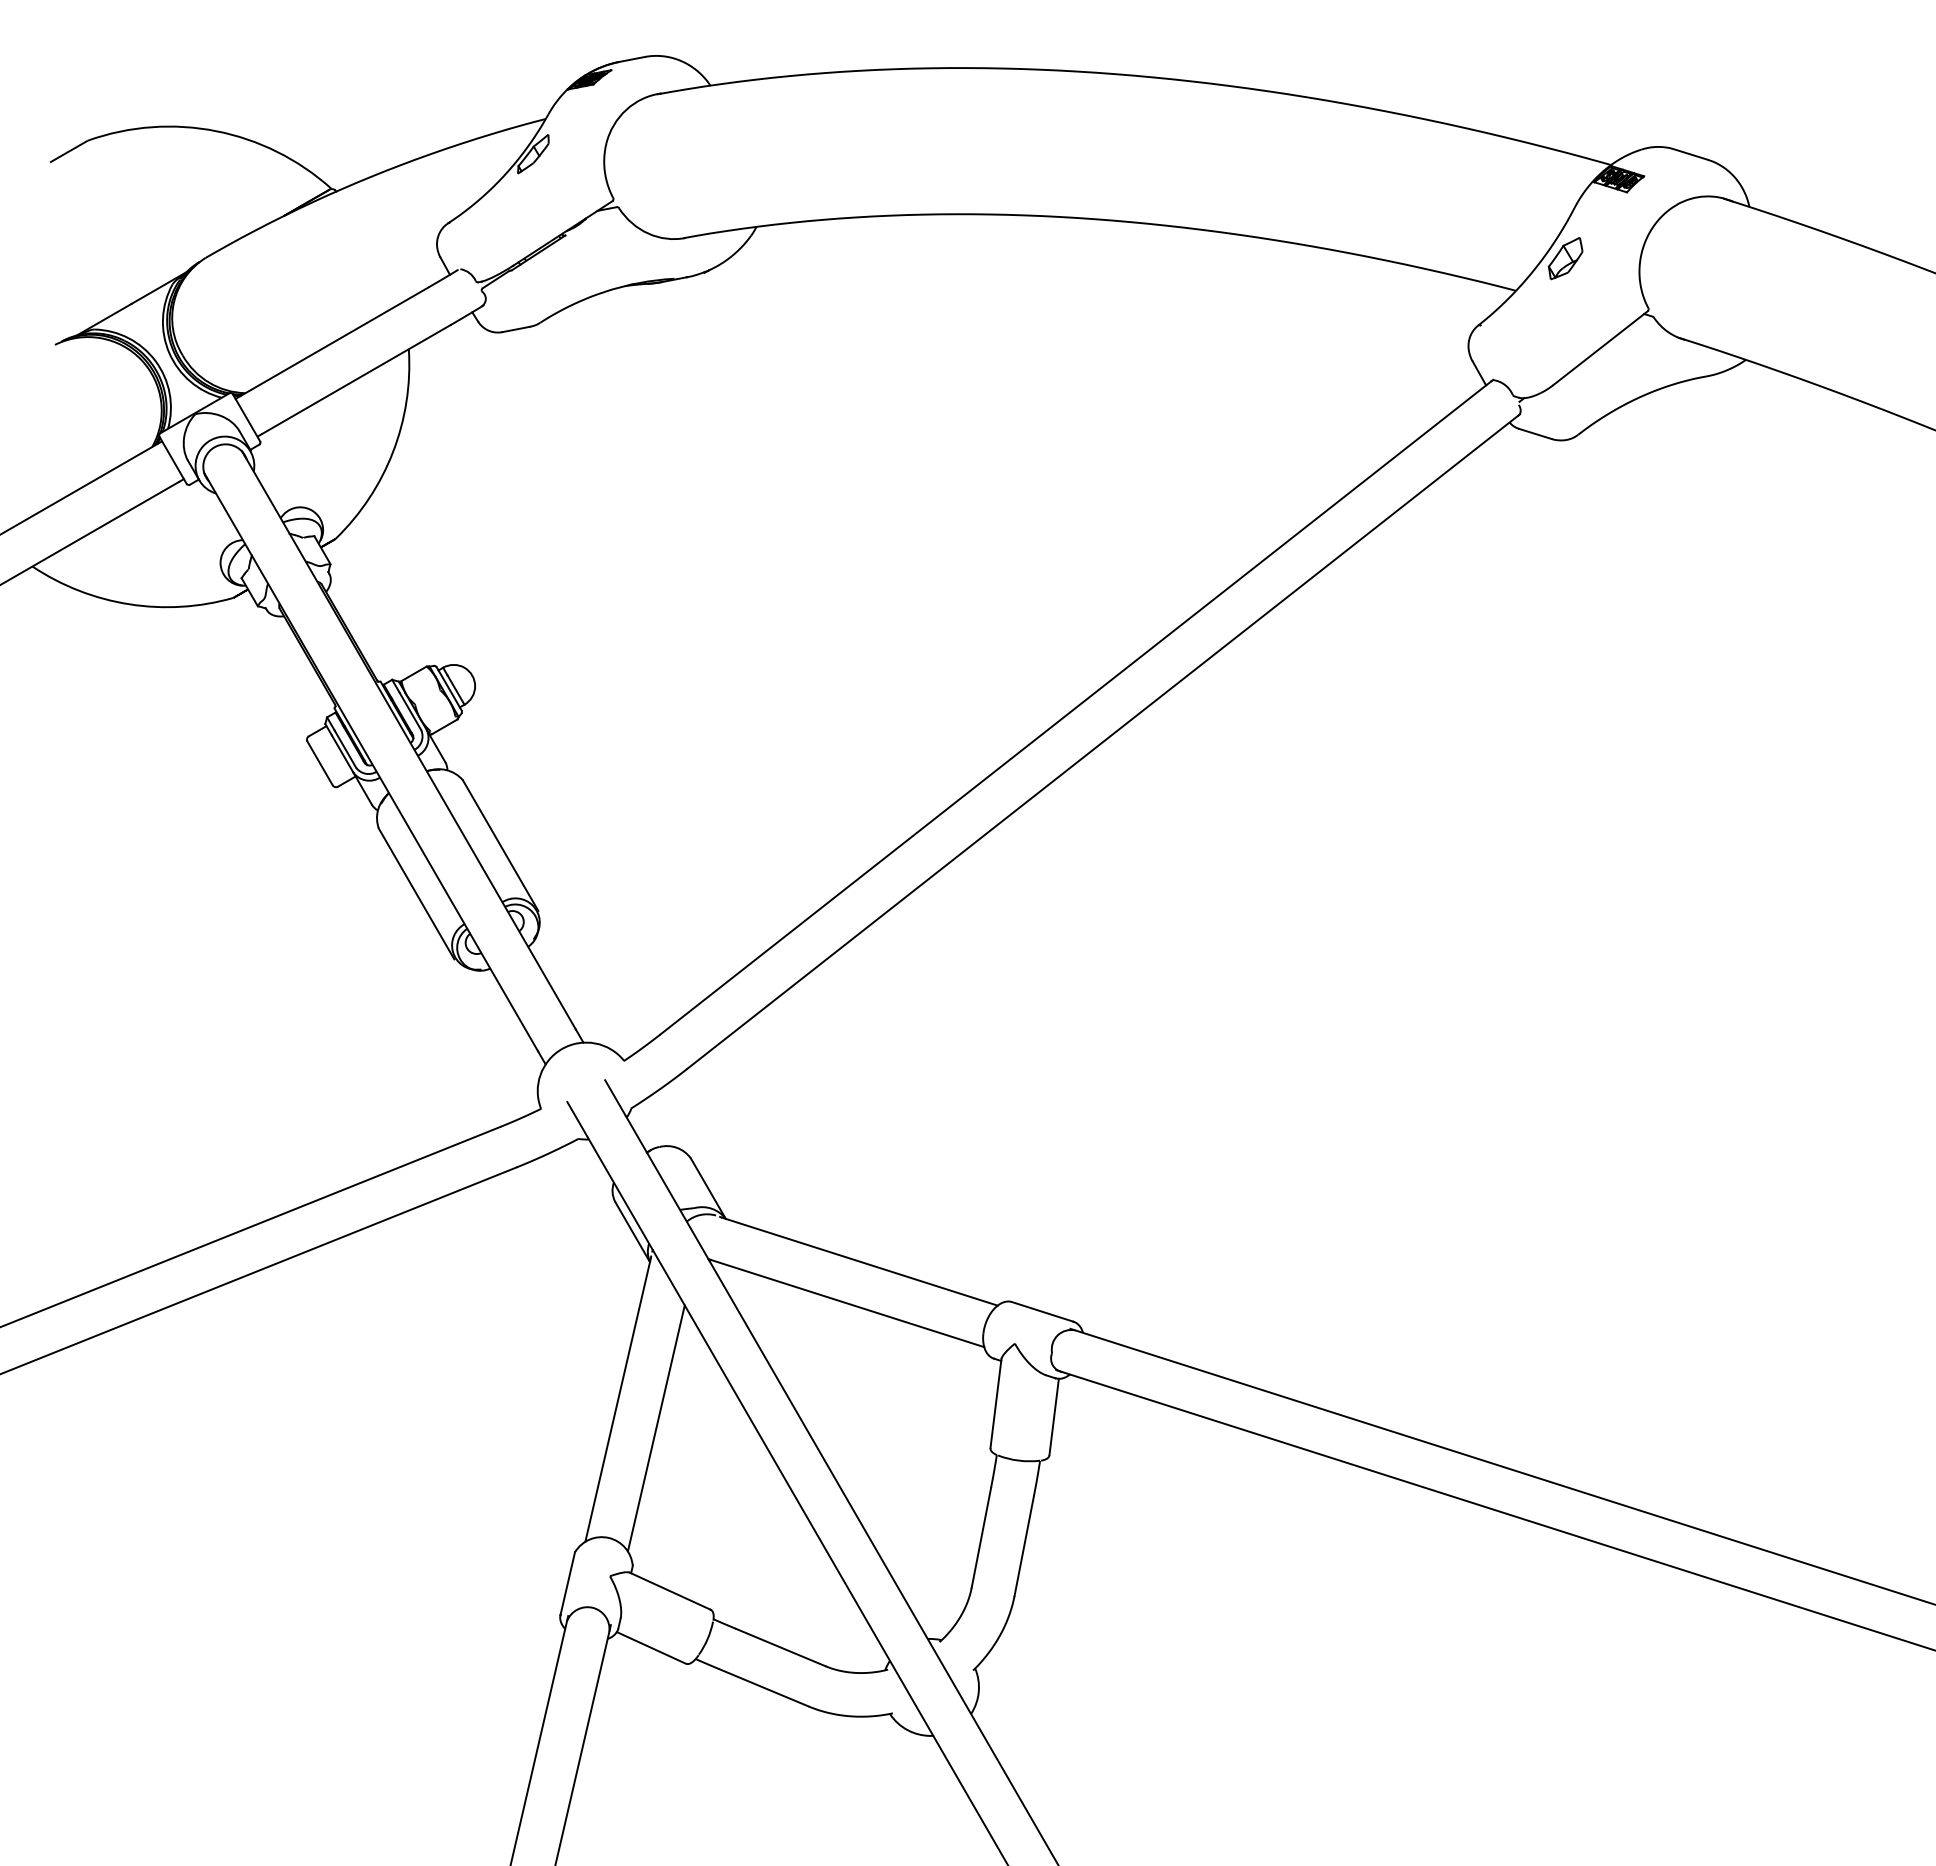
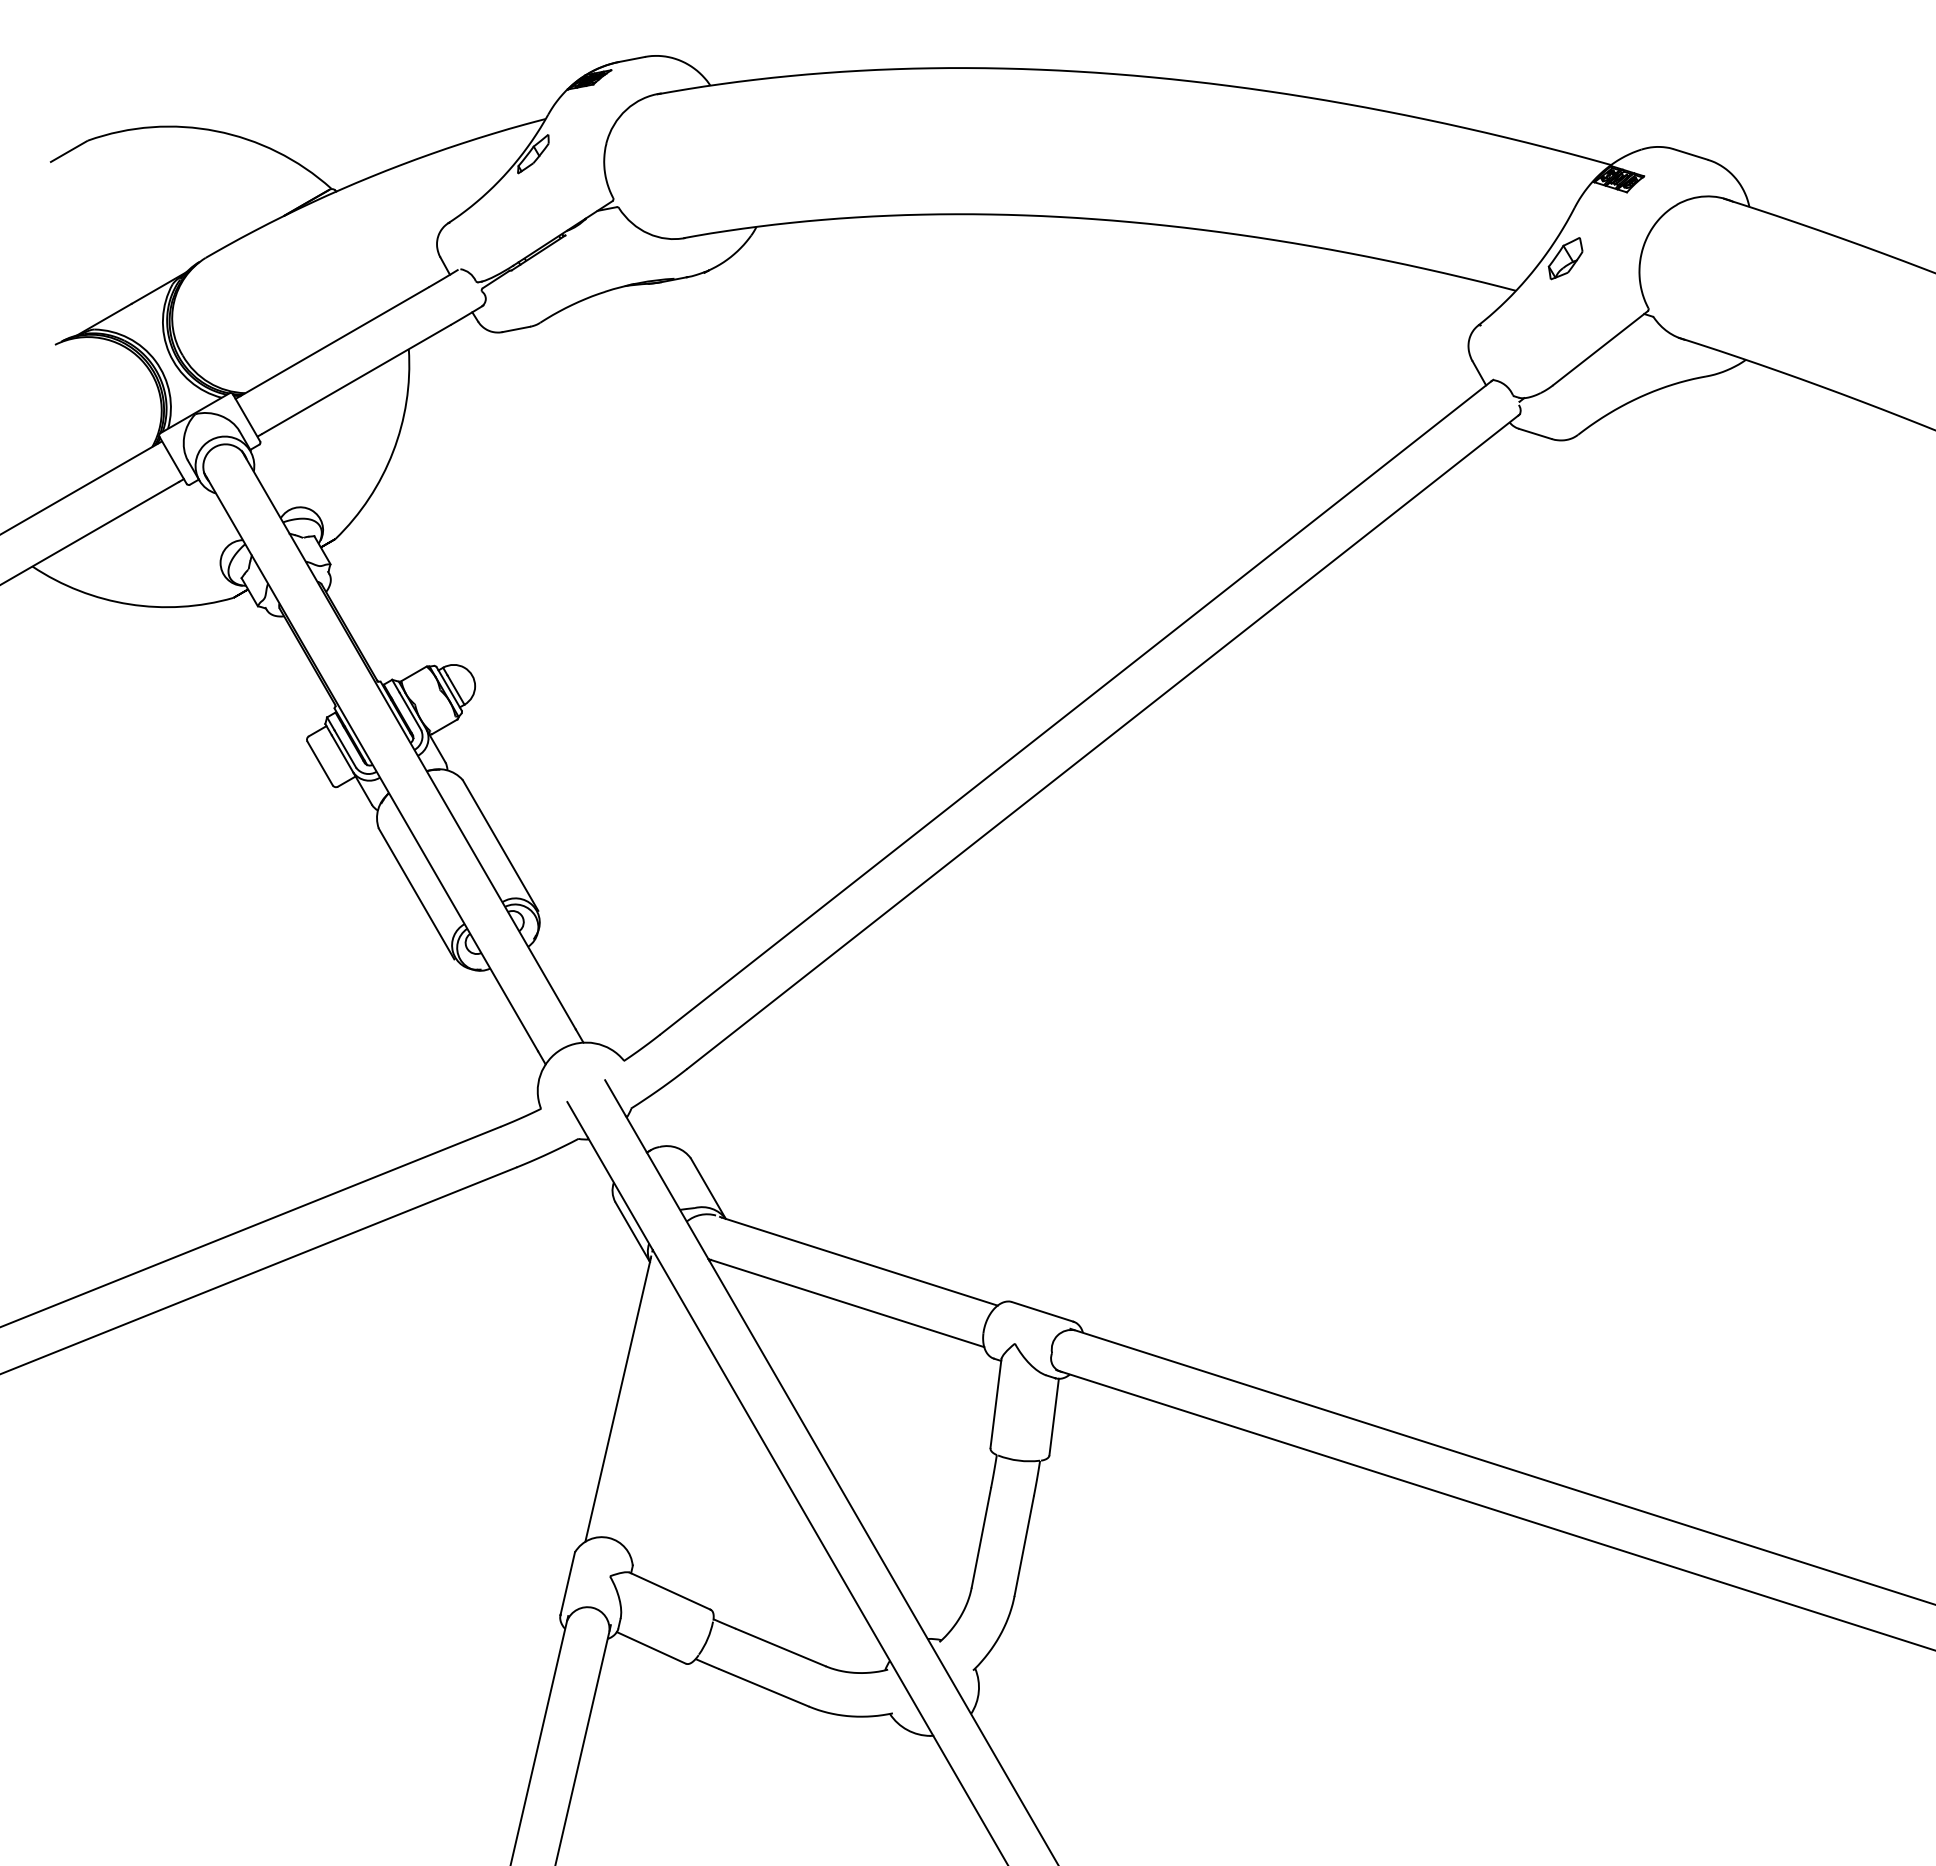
line at (655, 1428): present -> none
